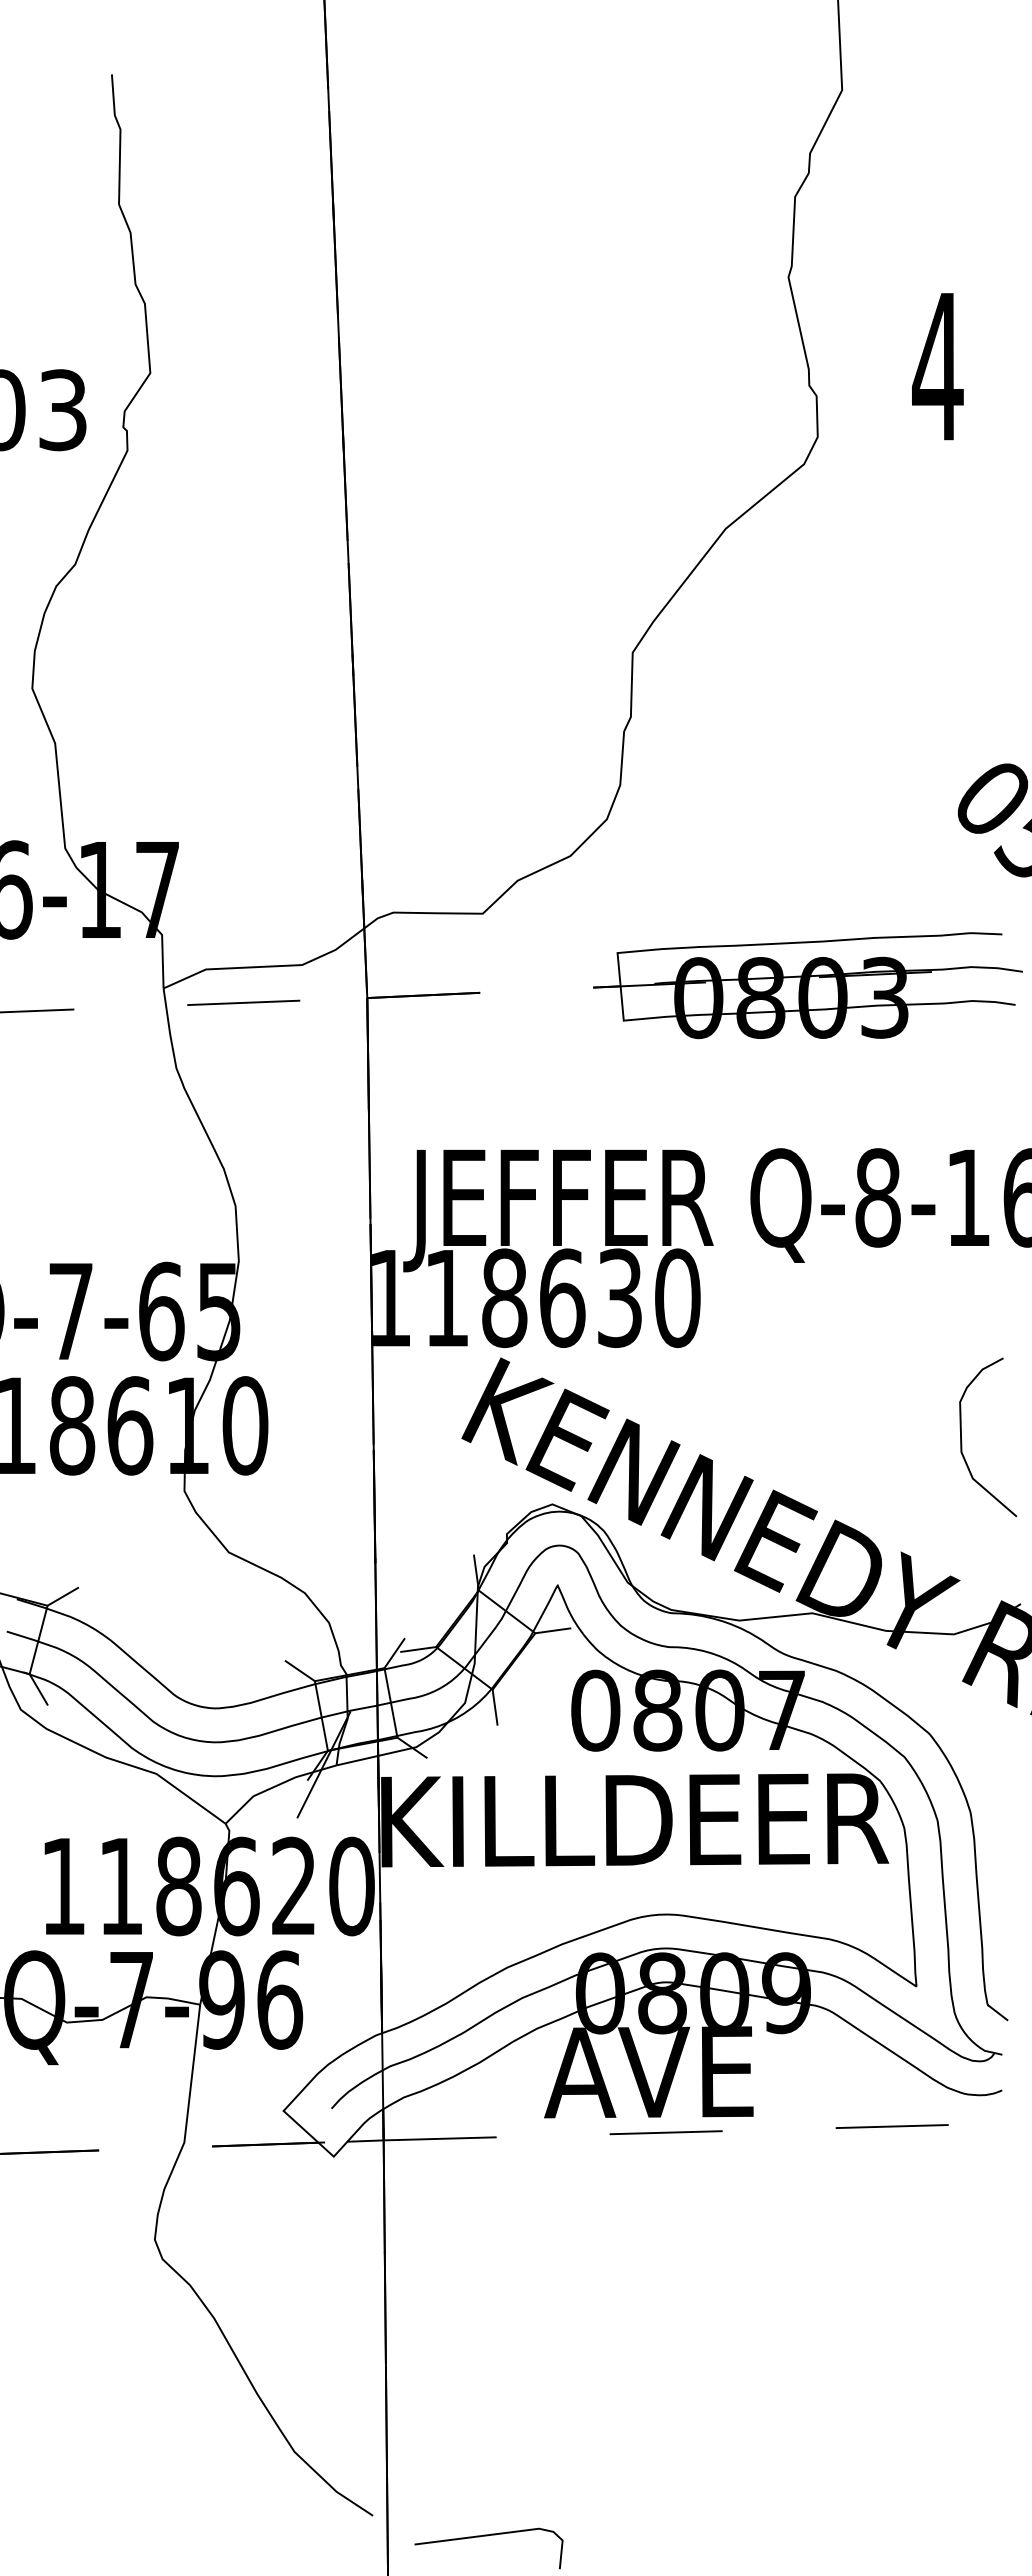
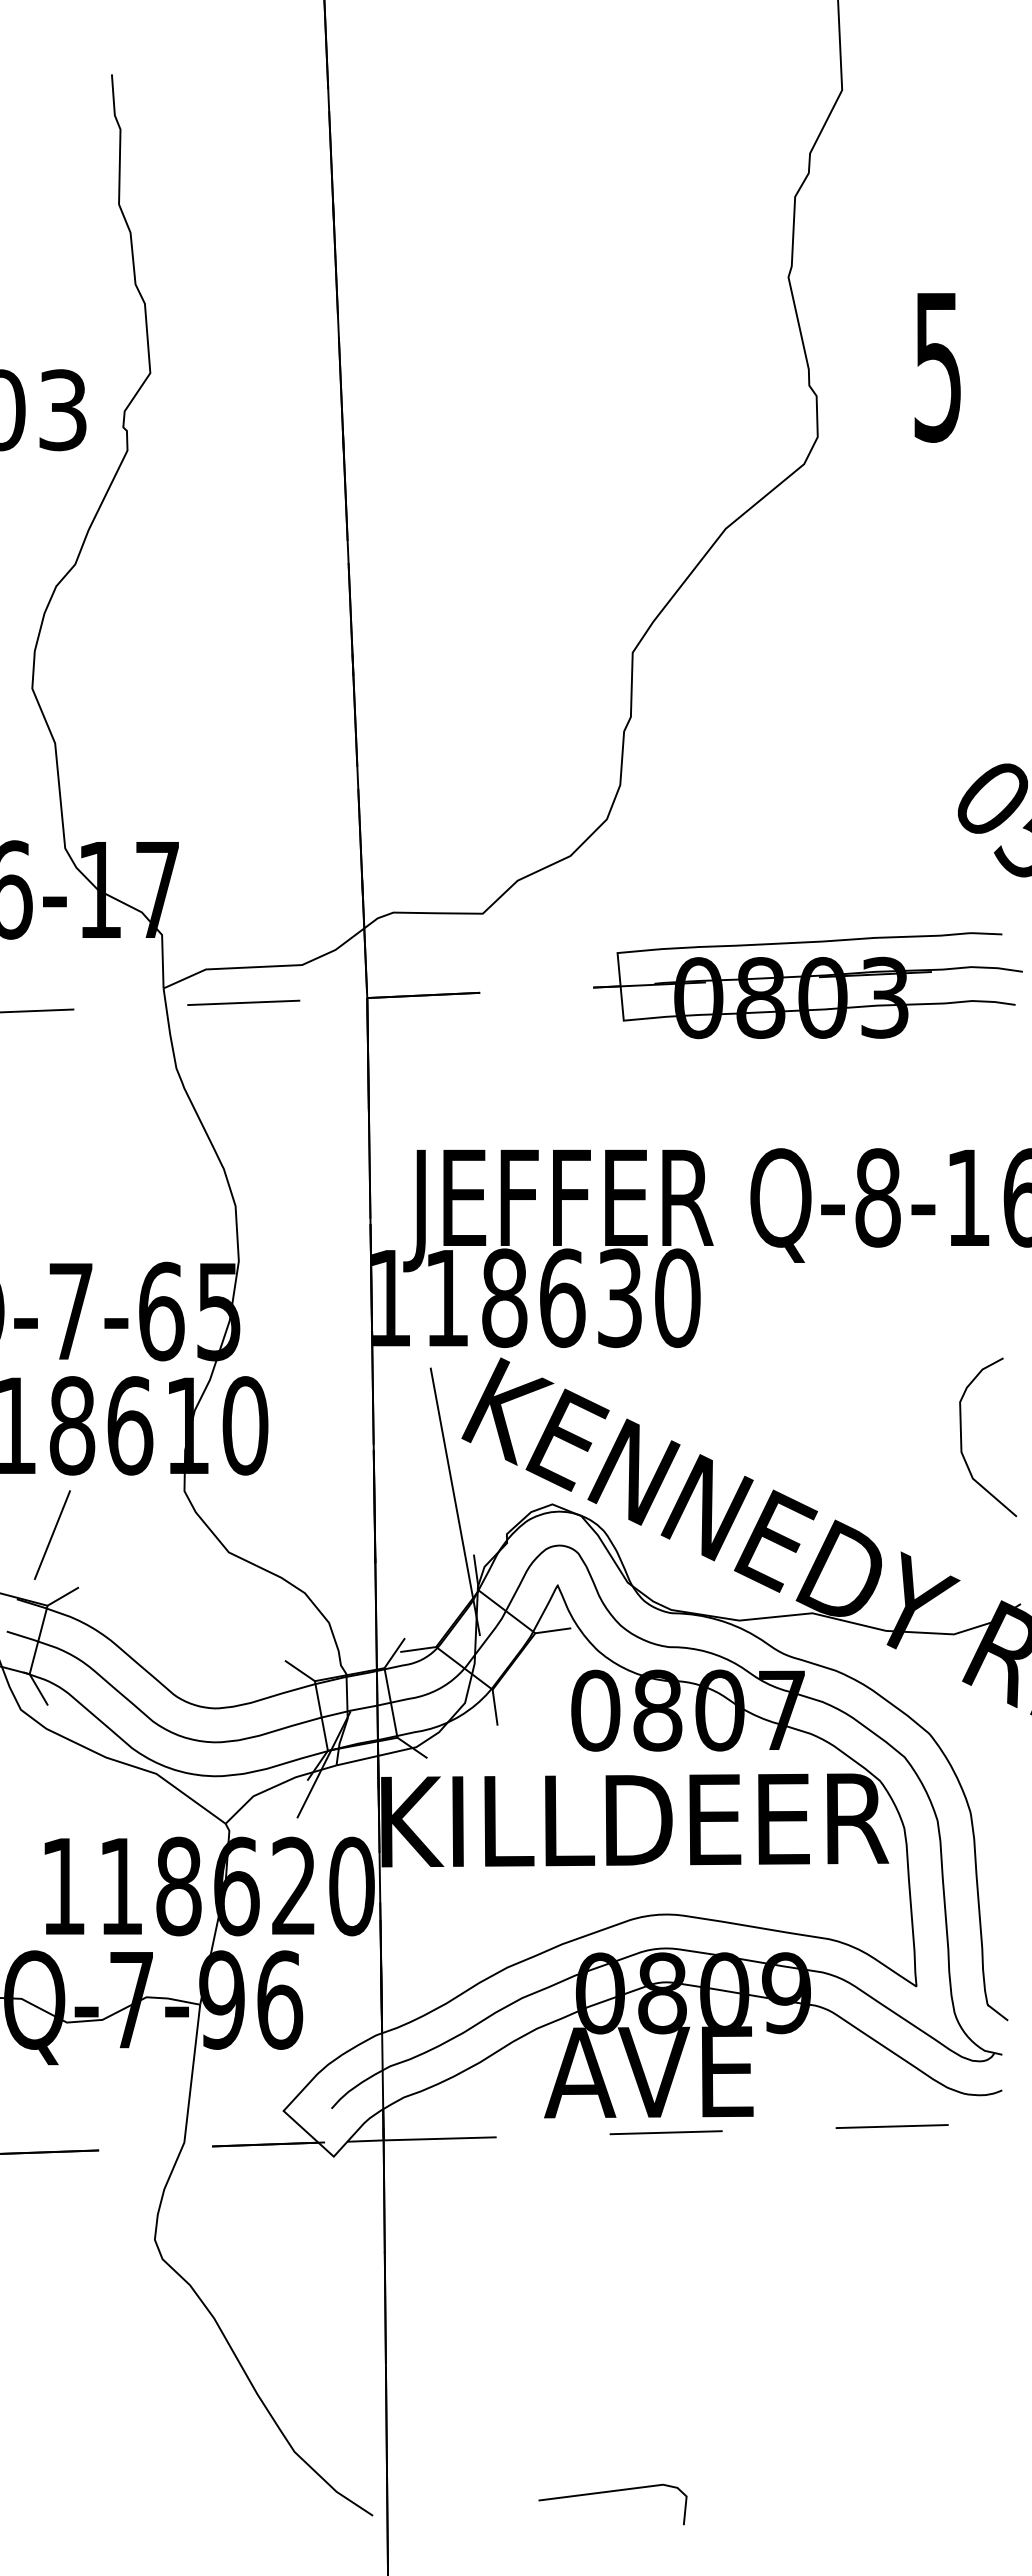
text at (937, 367): 4 -> 5
line at (454, 1501): none -> present
line at (51, 1534): none -> present
line at (488, 2536) position: (488, 2536) -> (612, 2492)
